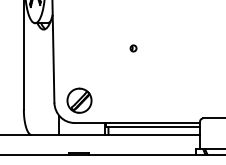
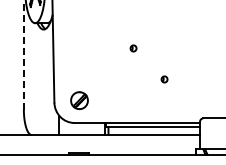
line at (23, 54): solid -> dashed
part at (164, 79): none -> present
part at (79, 100) size: 27x27 px -> 19x20 px
